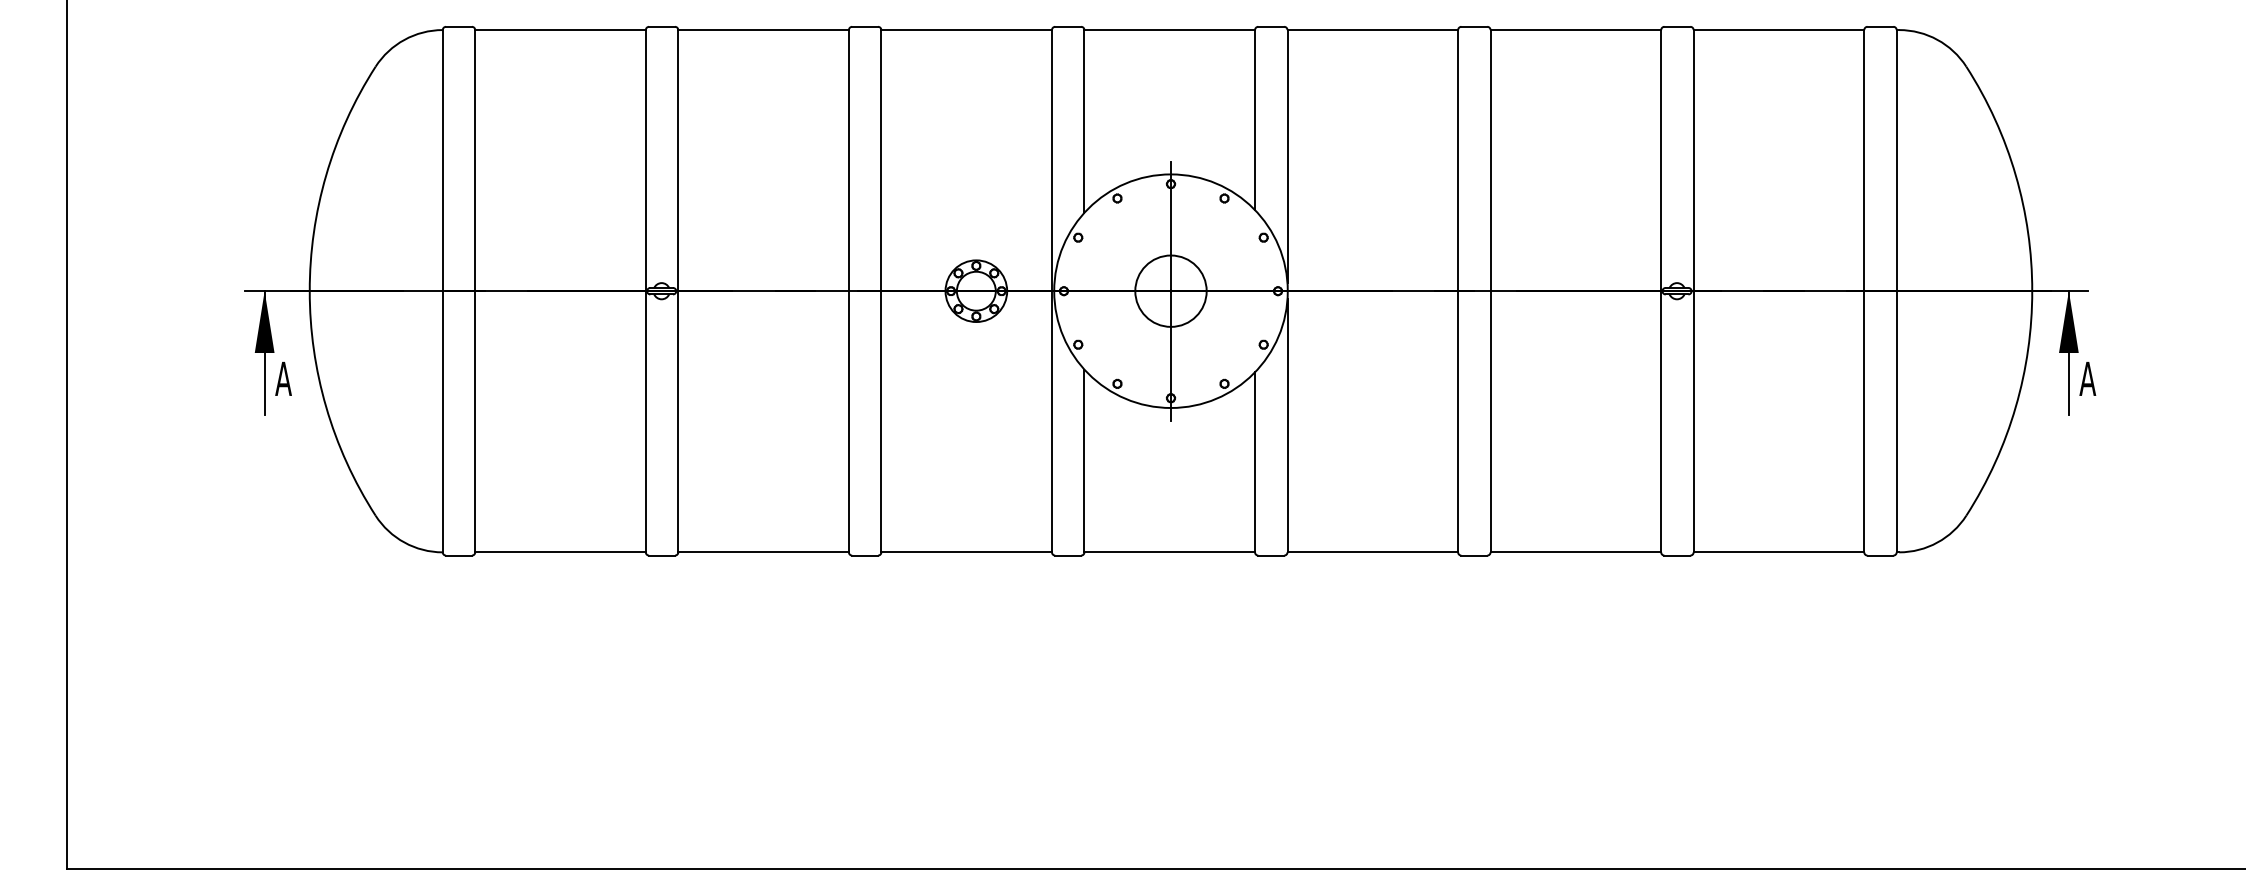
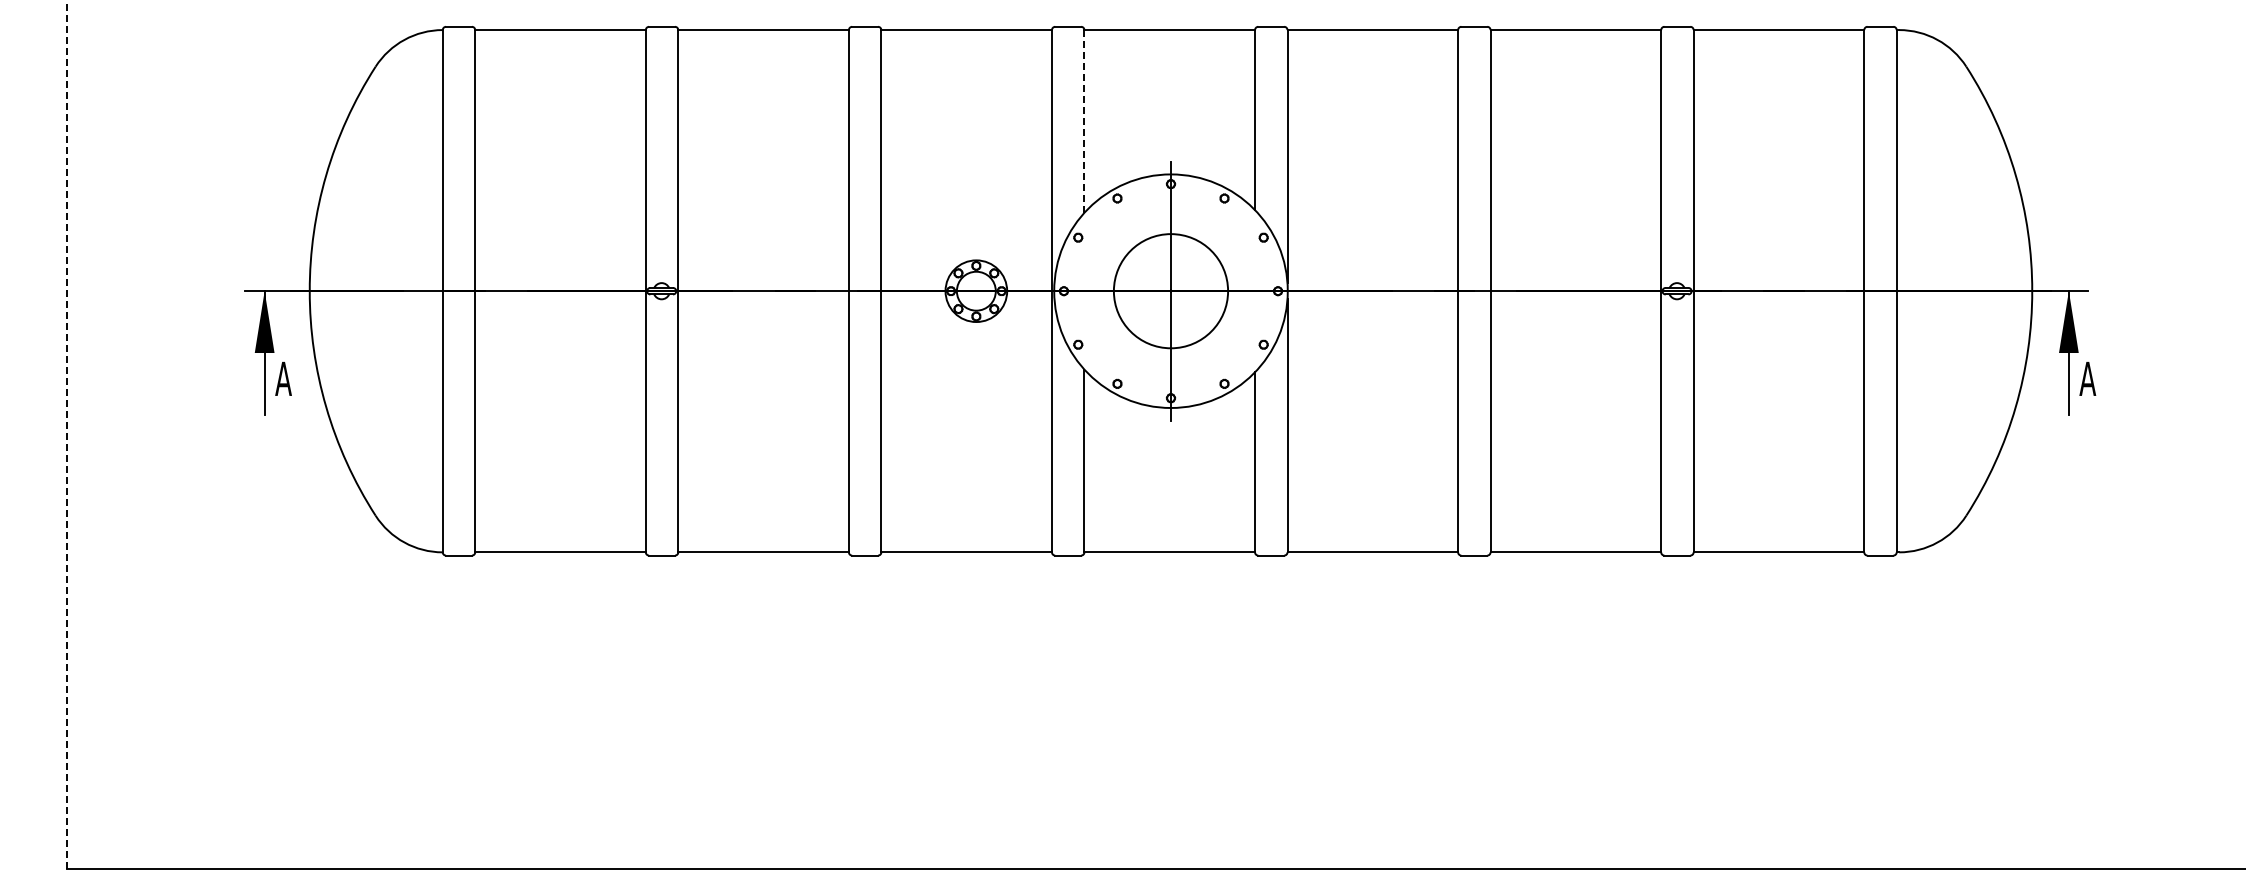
line at (1084, 120): solid -> dashed
circle at (1170, 290) diameter: 71 px -> 114 px
line at (67, 434): solid -> dashed
